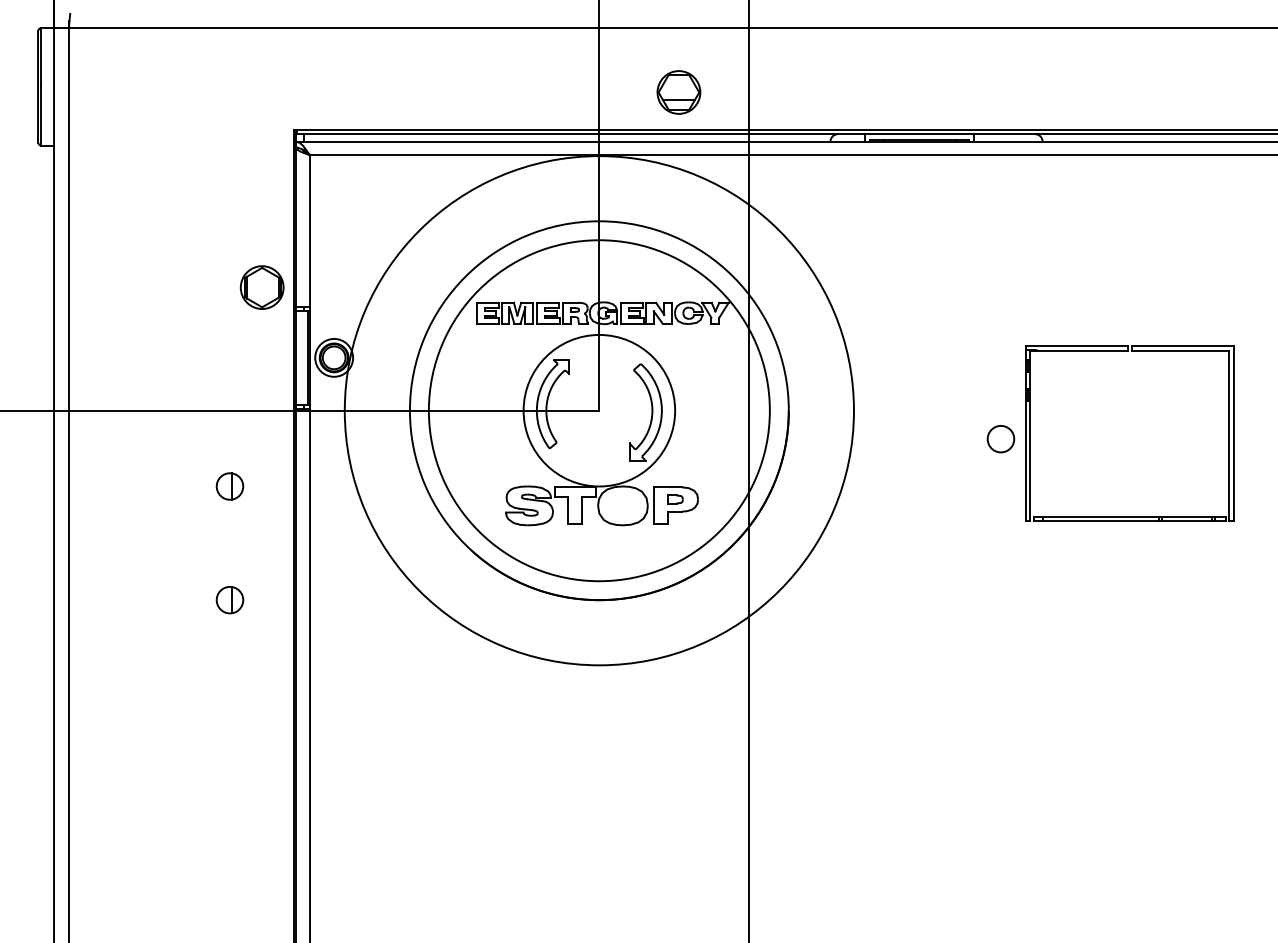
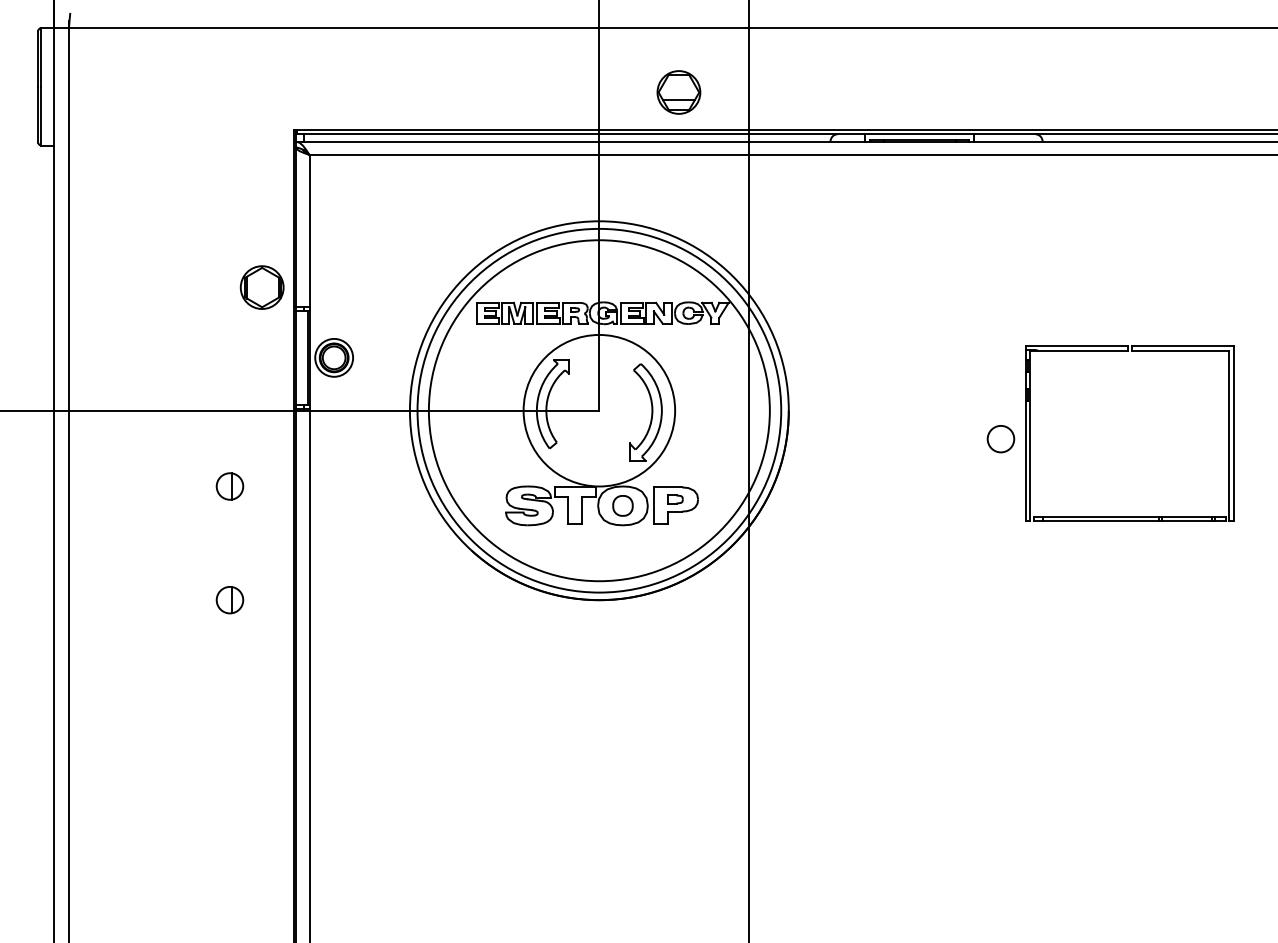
circle at (598, 410) diameter: 509 px -> 364 px
part at (622, 505): none -> present
